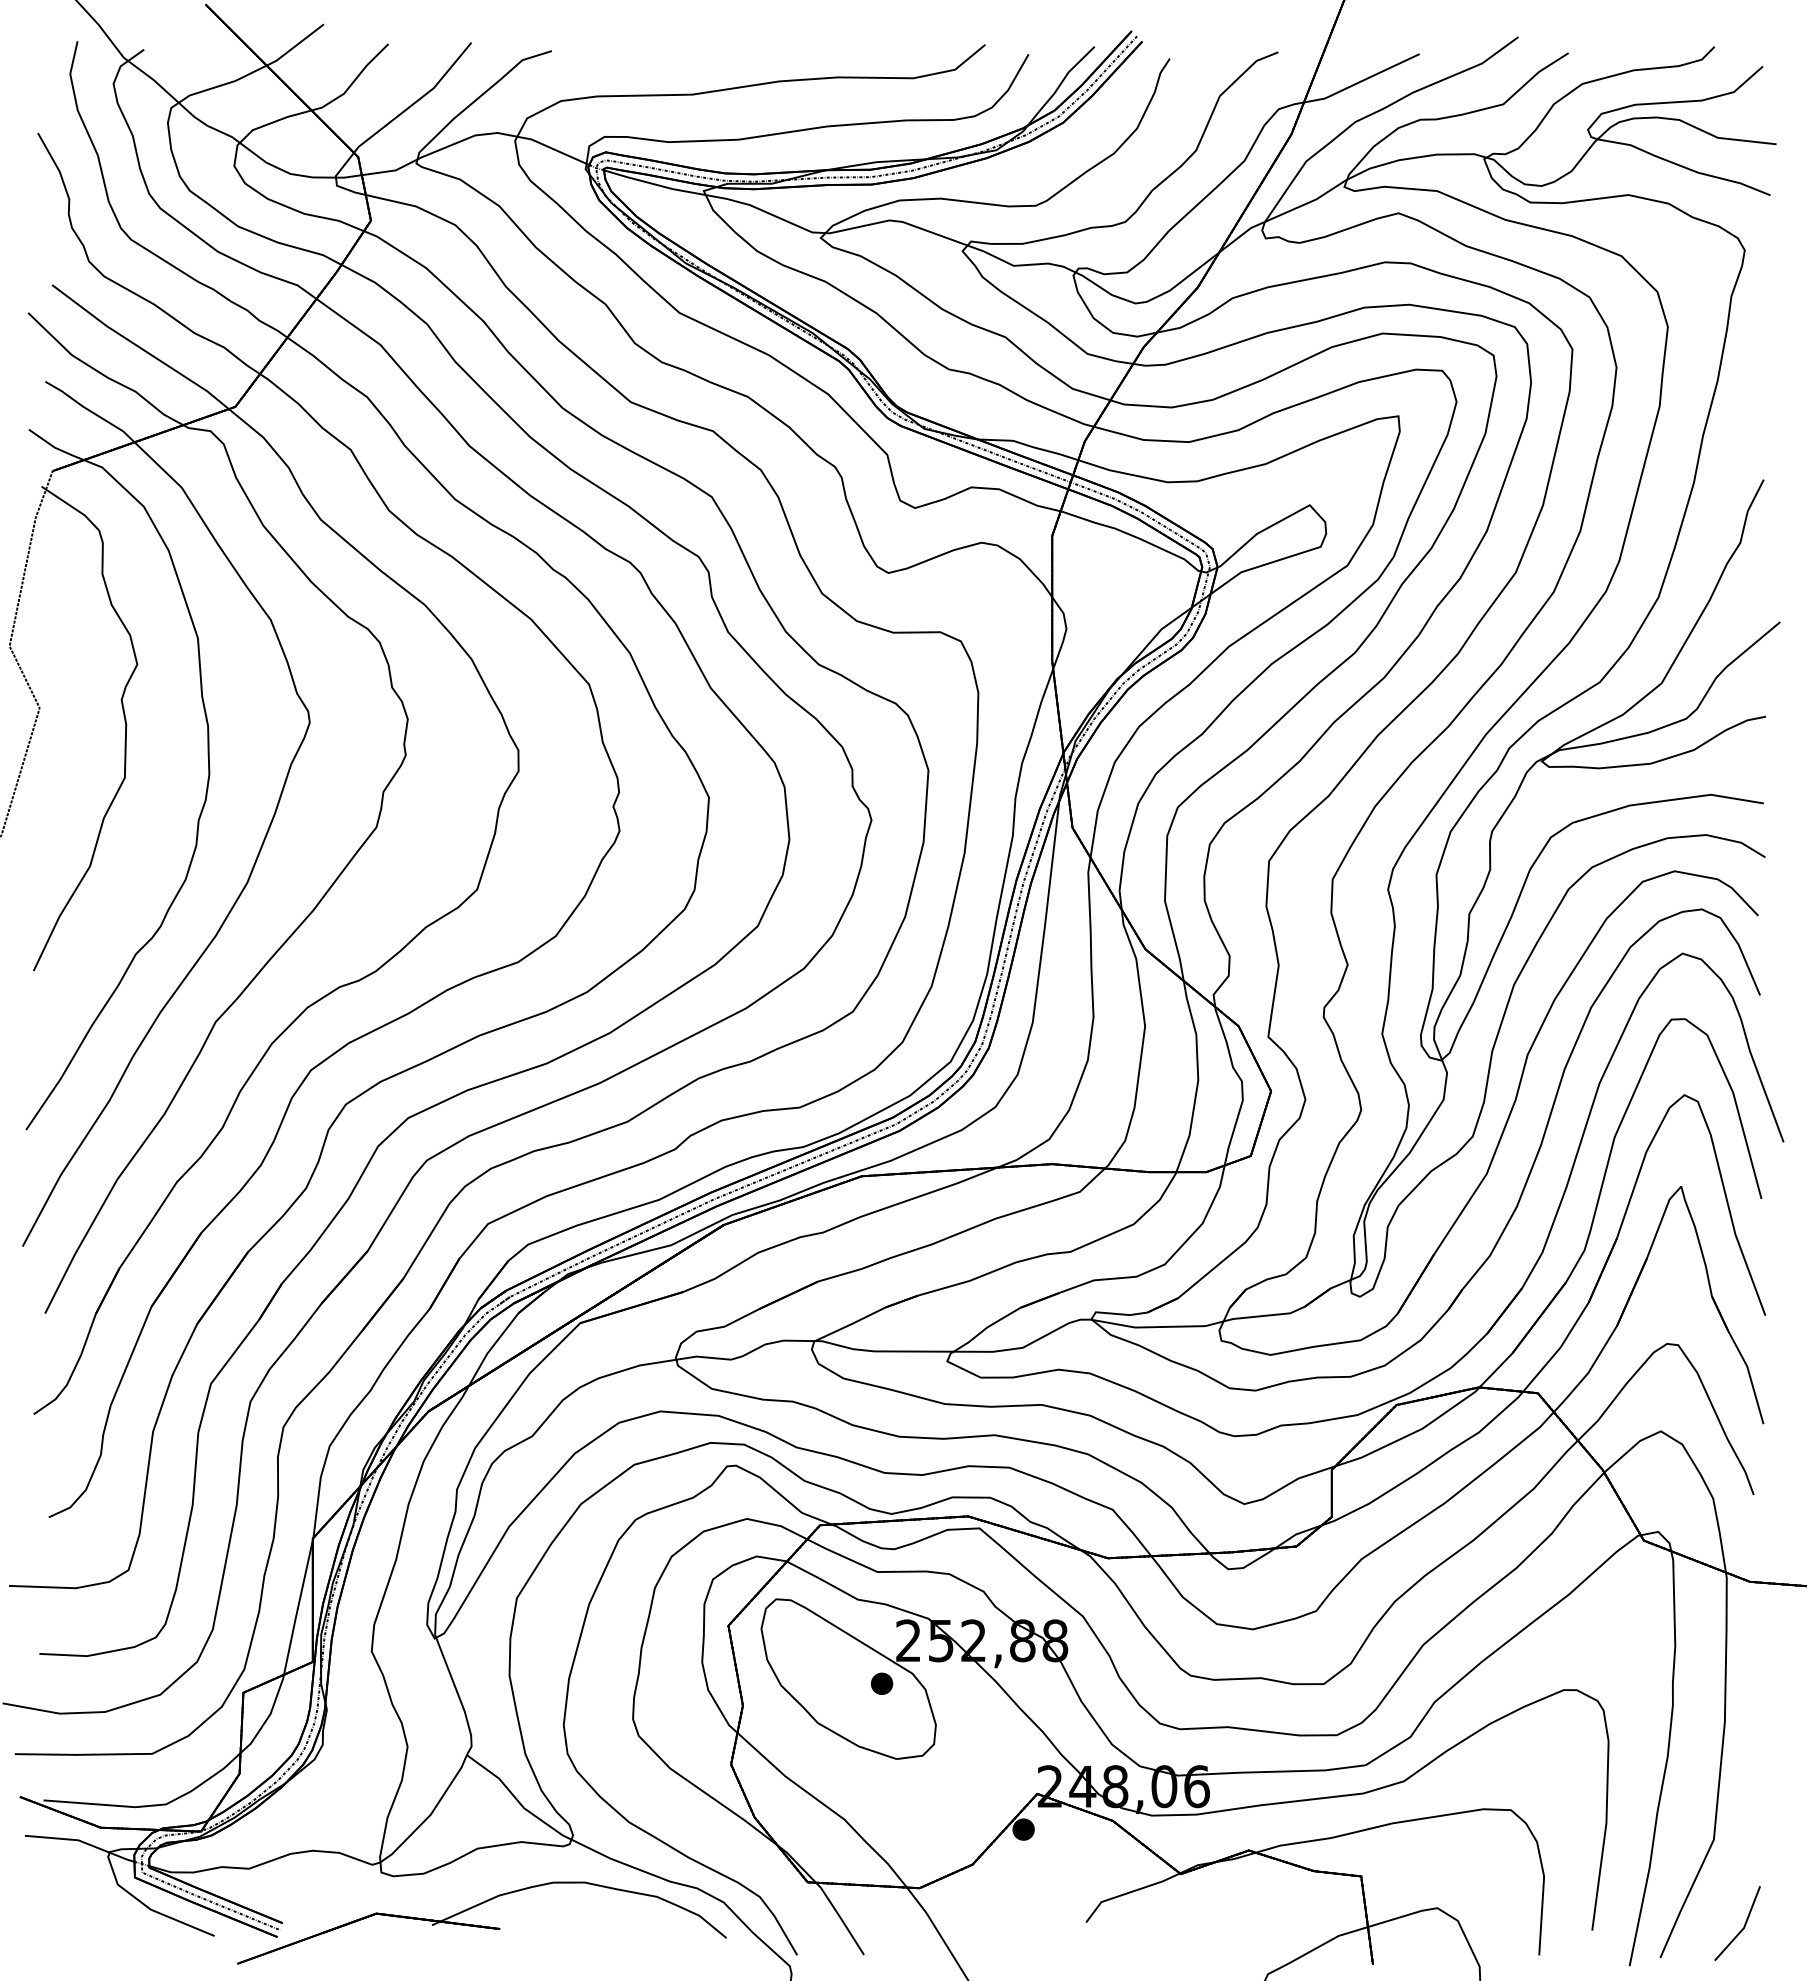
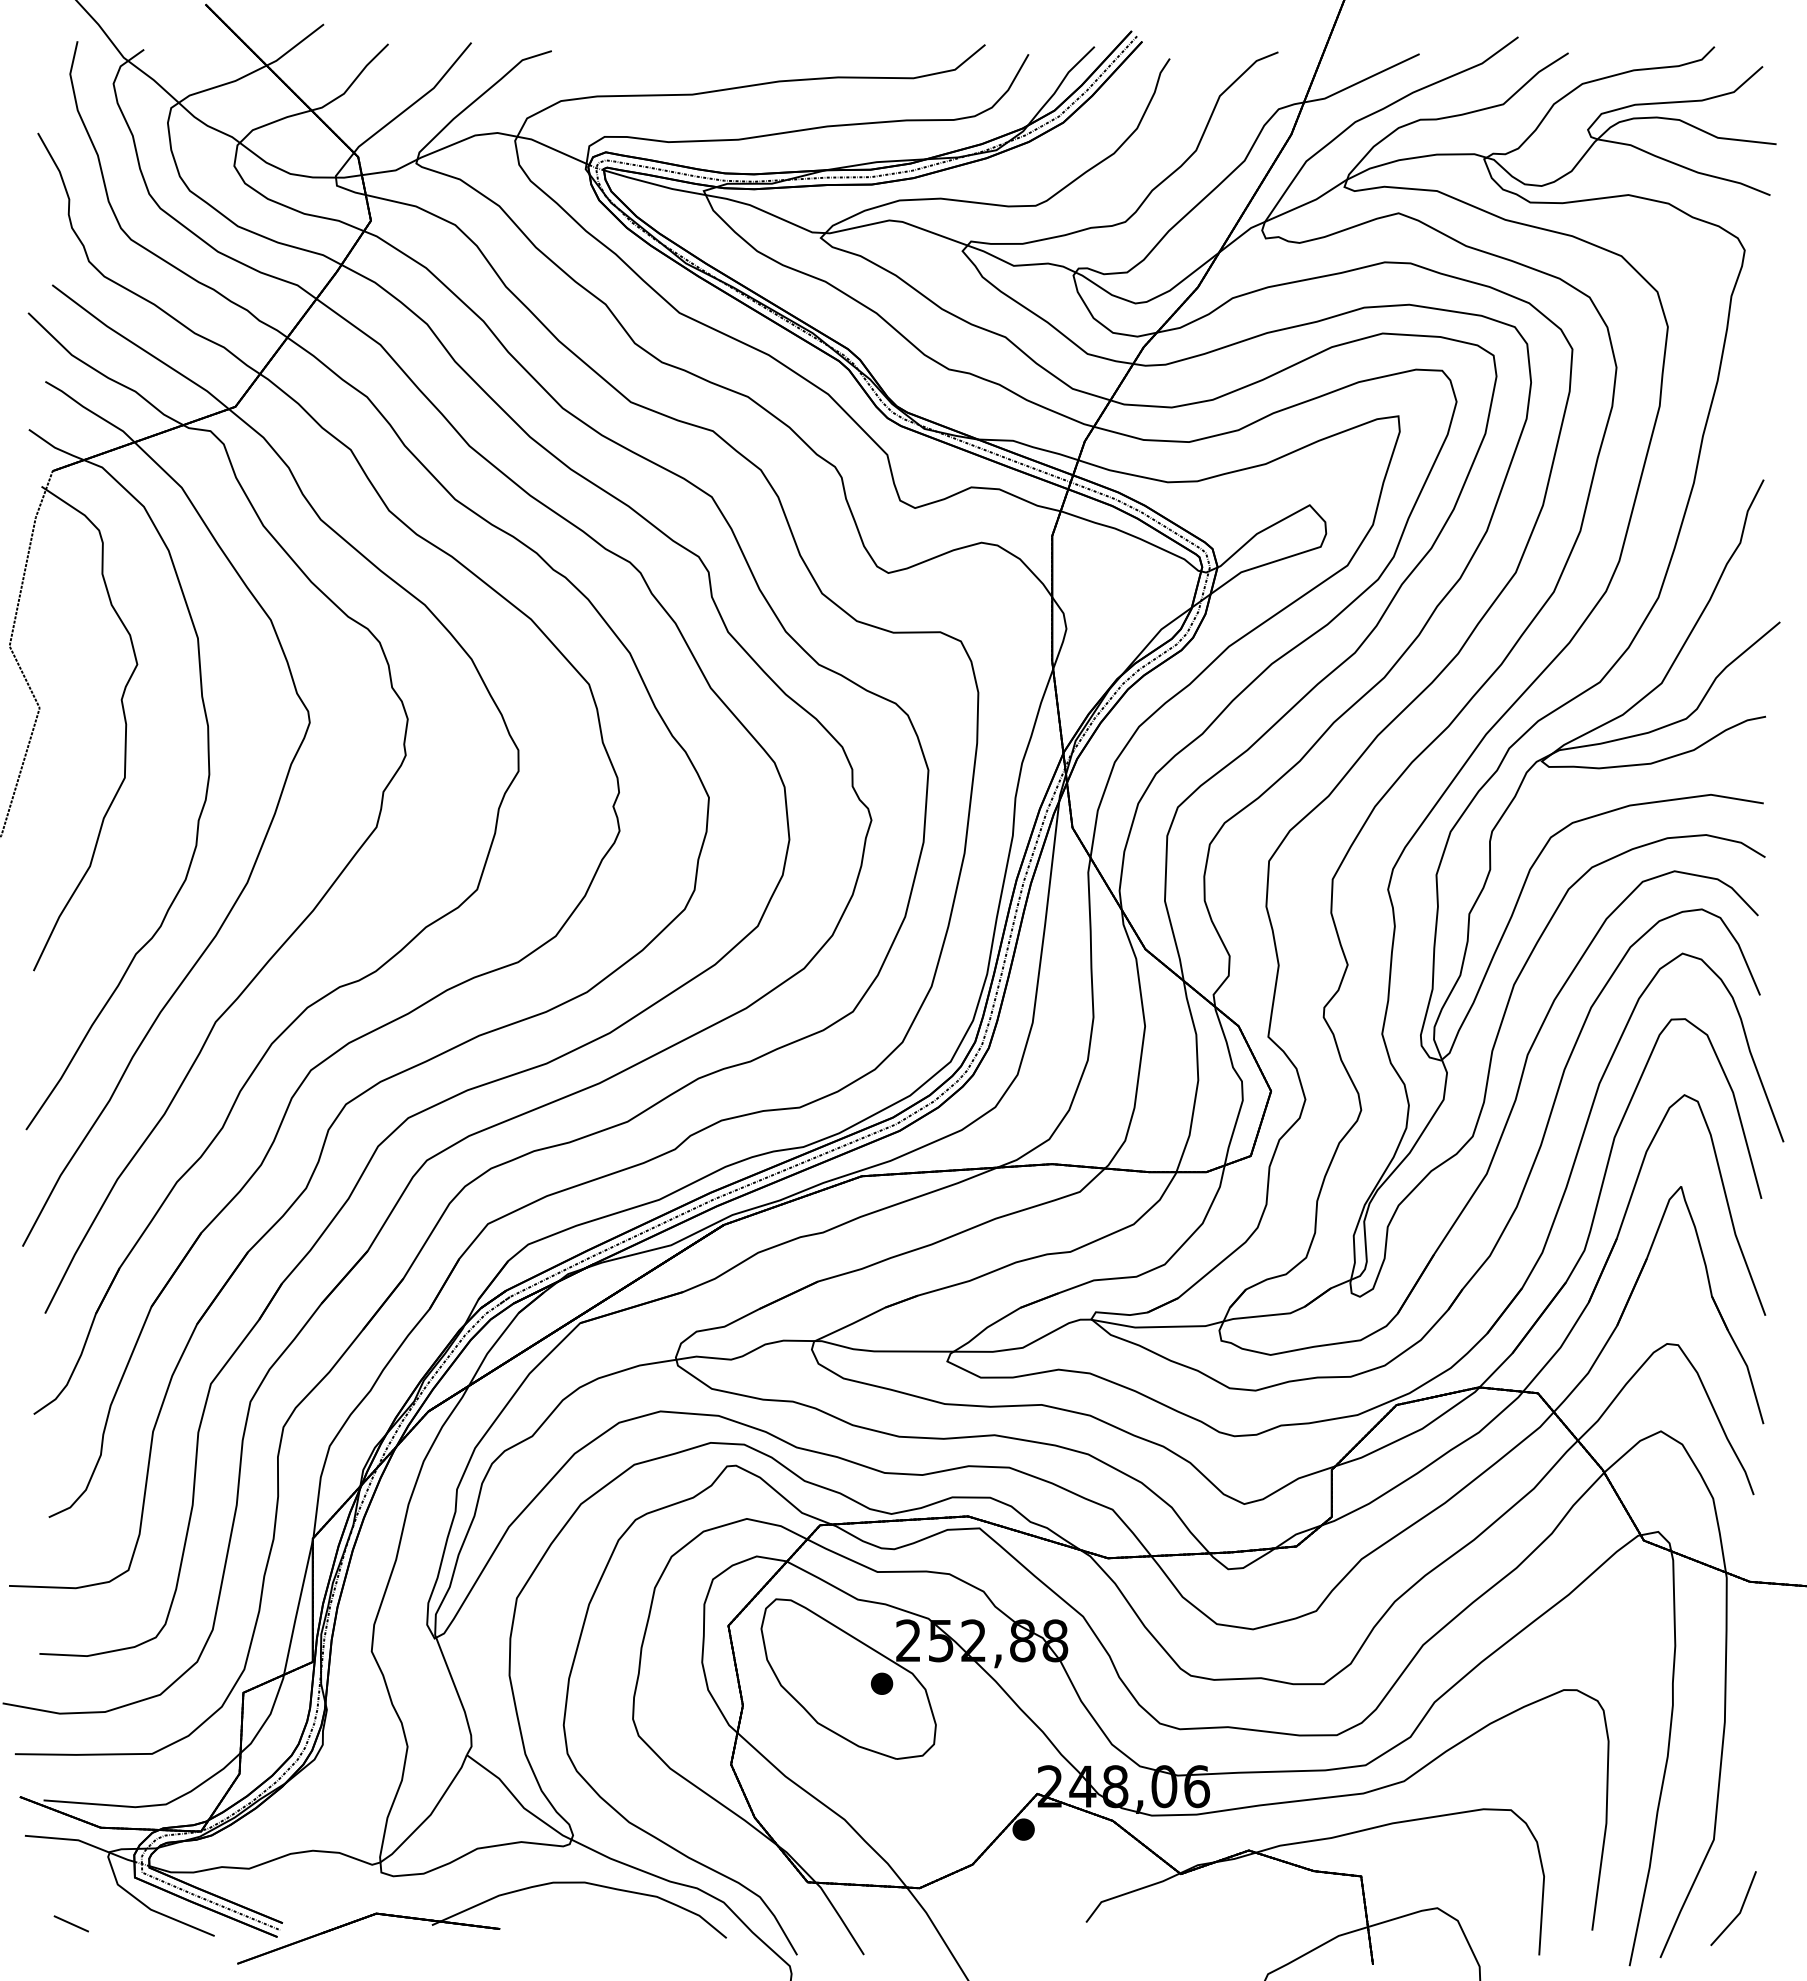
line at (70, 1923): none -> present
line at (1743, 1926) position: (1743, 1926) -> (1739, 1911)
